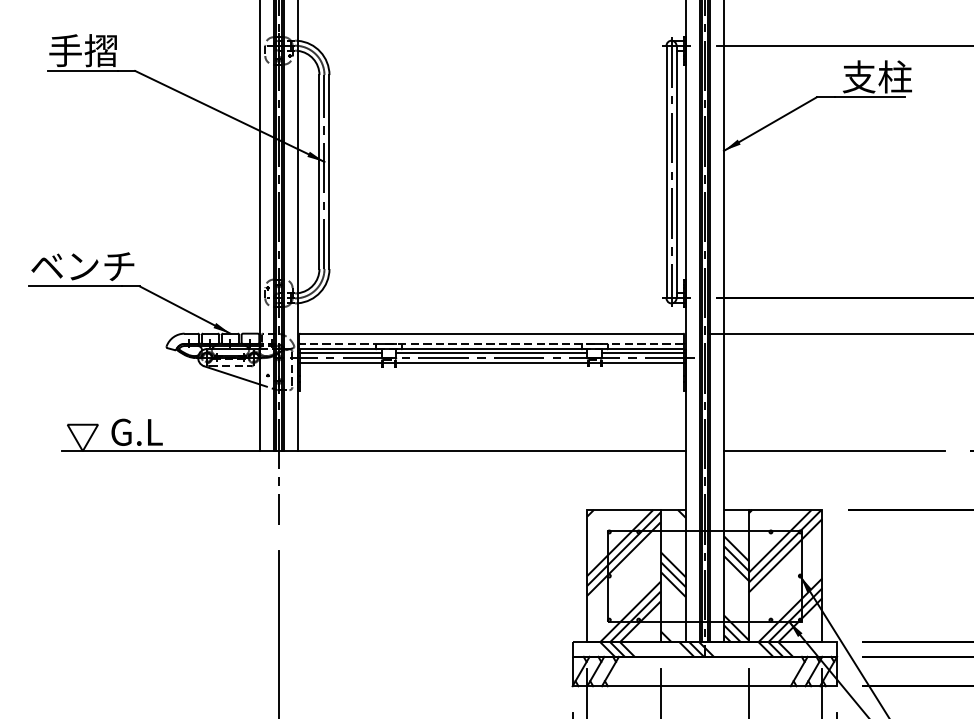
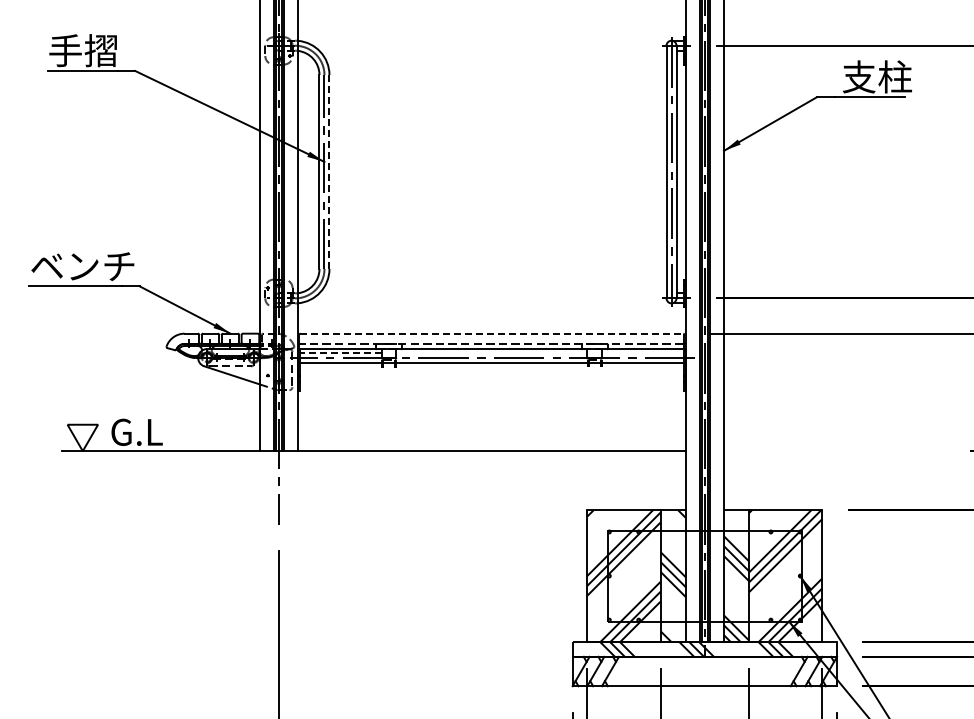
line at (329, 172): solid -> dashed
line at (491, 333): solid -> dashed
line at (340, 353): solid -> dashed
line at (491, 353): present -> none
line at (642, 353): present -> none
line at (833, 451): present -> none
